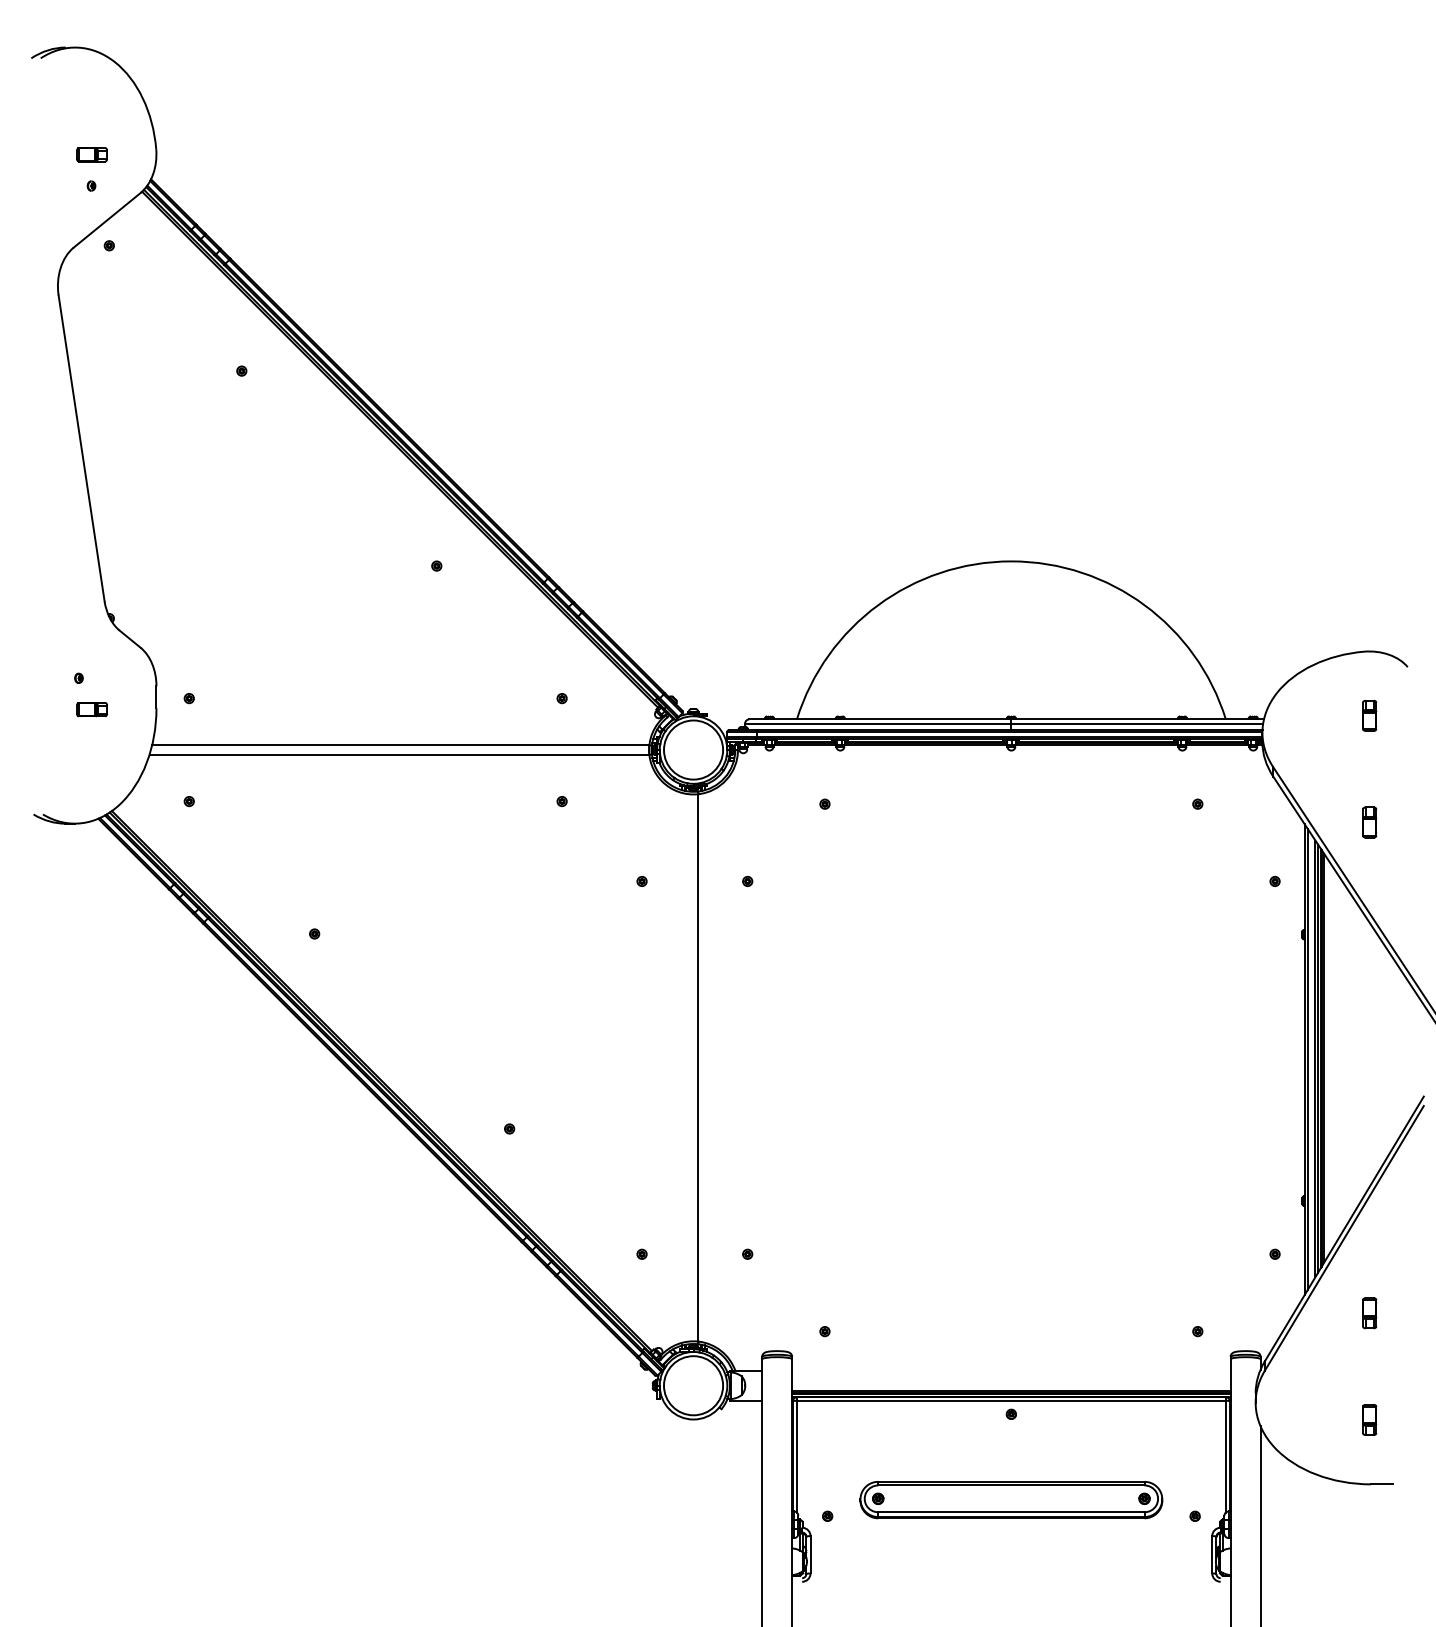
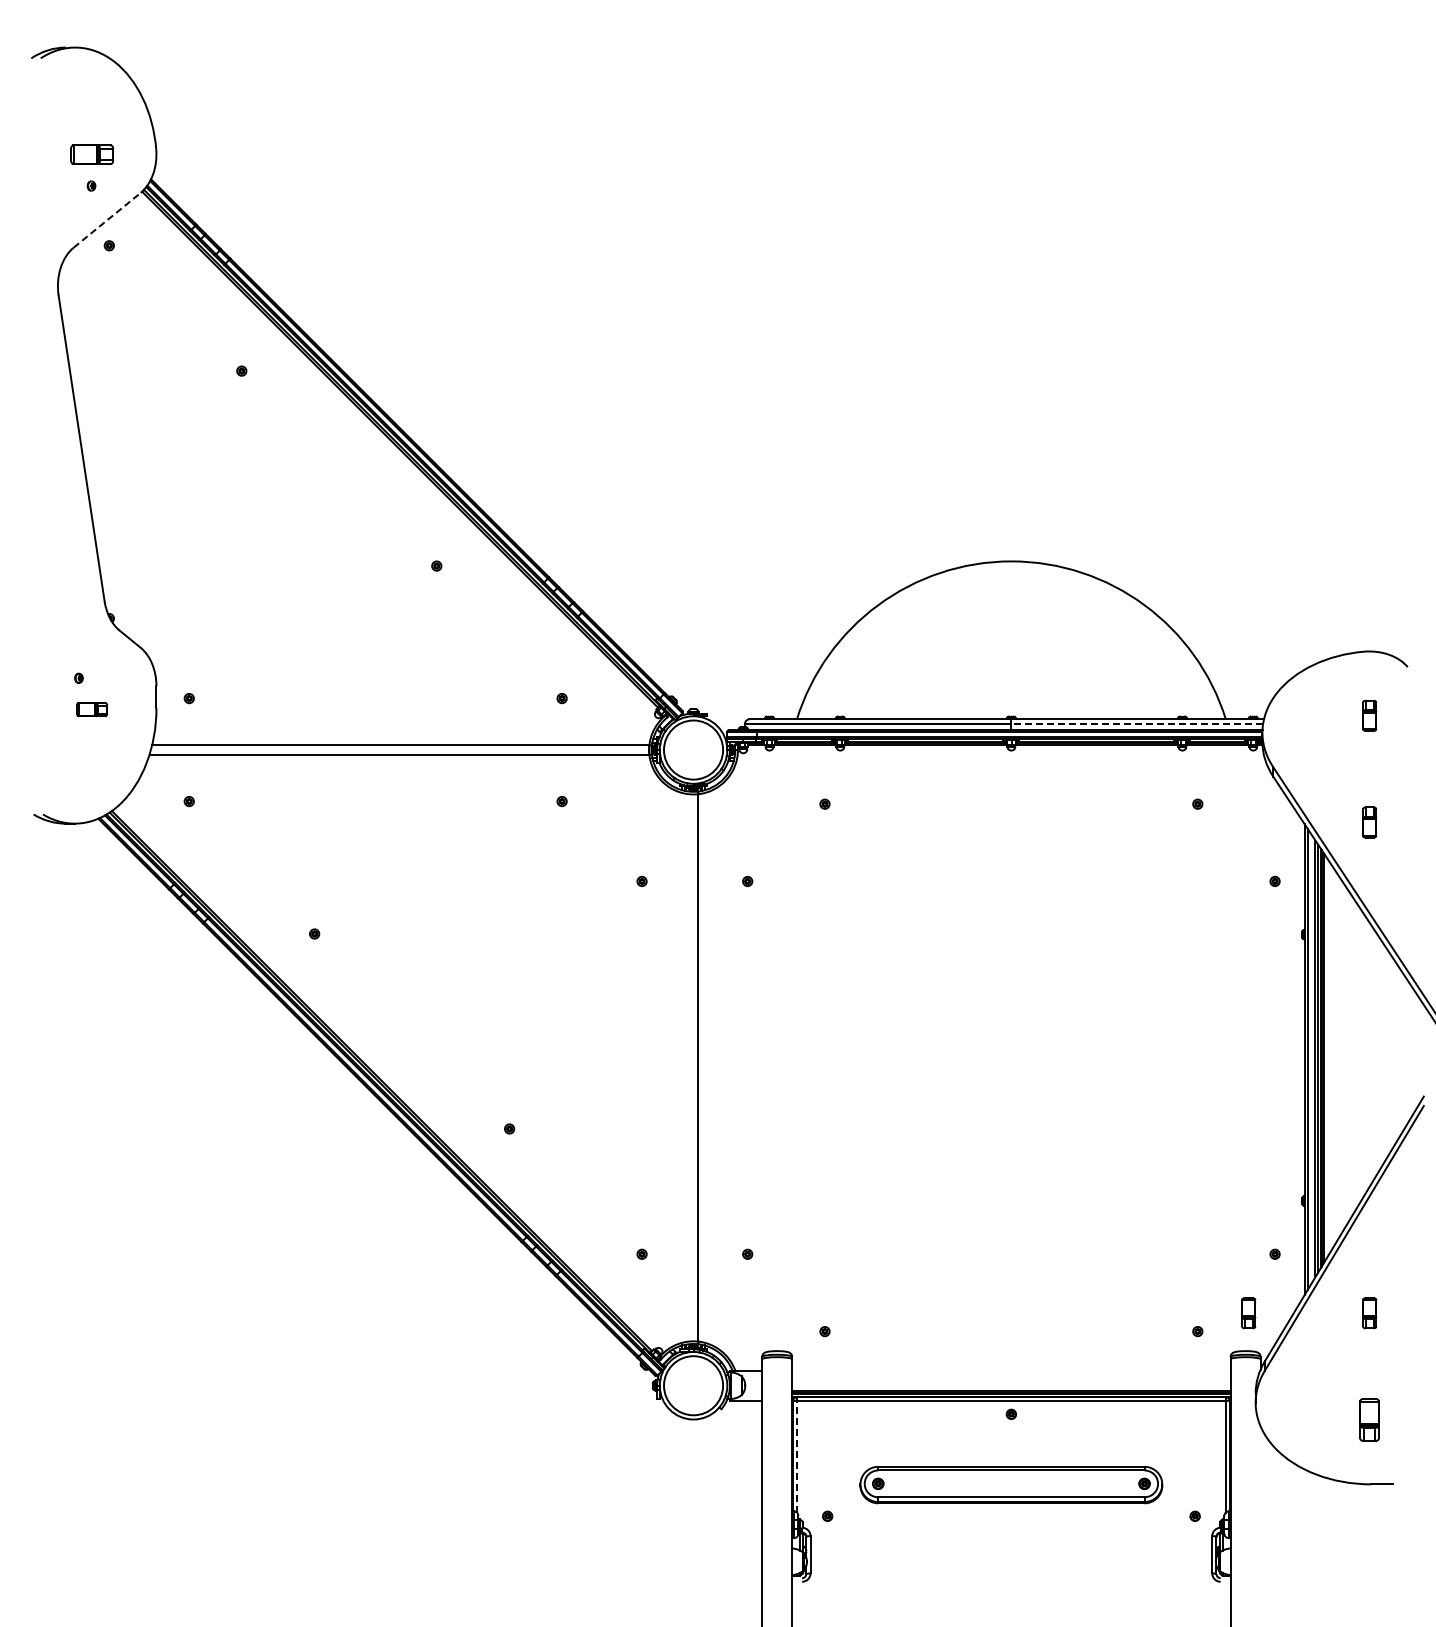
part at (91, 154) size: 32x16 px -> 45x21 px
line at (107, 219): solid -> dashed
line at (1137, 723): solid -> dashed
part at (1248, 1313): none -> present
part at (1369, 1419) size: 16x32 px -> 21x44 px
line at (797, 1456): solid -> dashed
part at (1011, 1500) position: (1011, 1500) -> (1011, 1485)
line at (1260, 1524): present -> none
